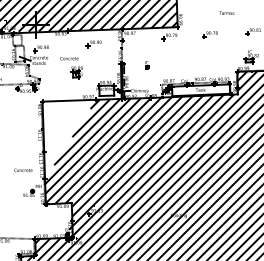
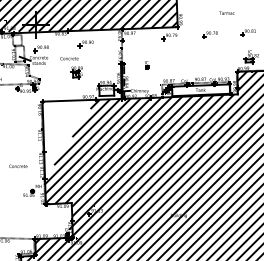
part at (252, 31) position: (252, 31) -> (247, 32)
part at (93, 44) position: (93, 44) -> (85, 44)
text at (23, 169) position: (23, 169) -> (18, 165)
